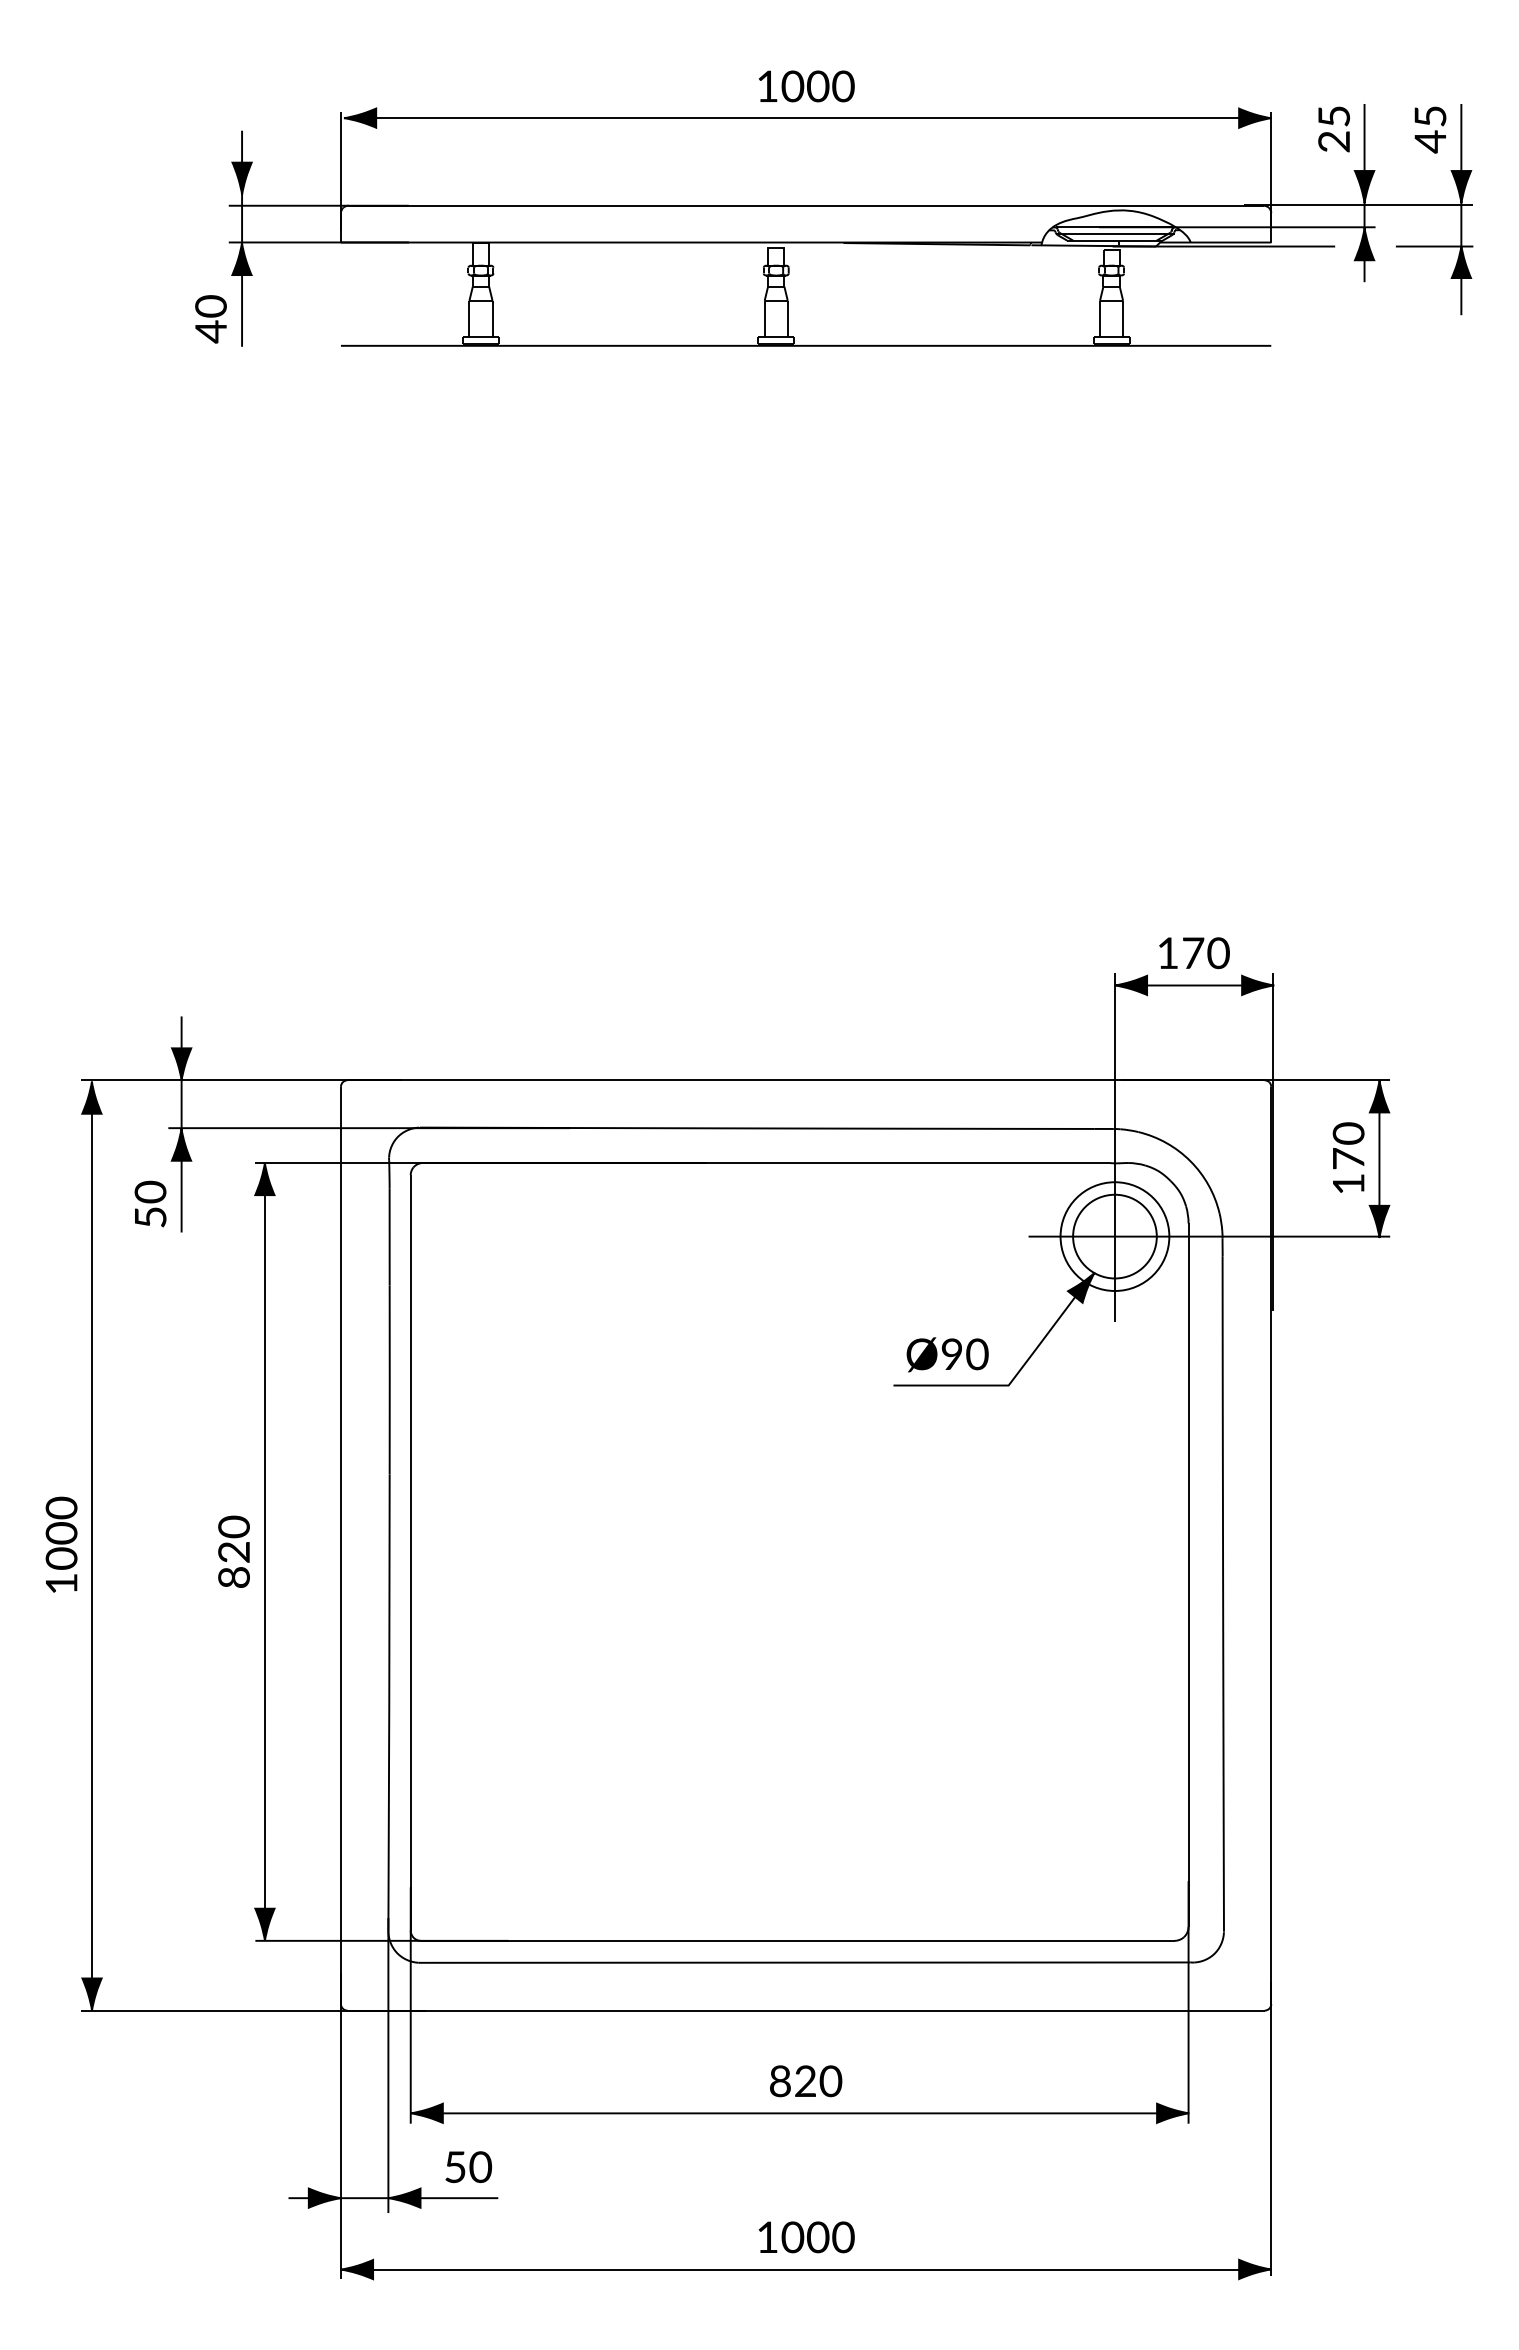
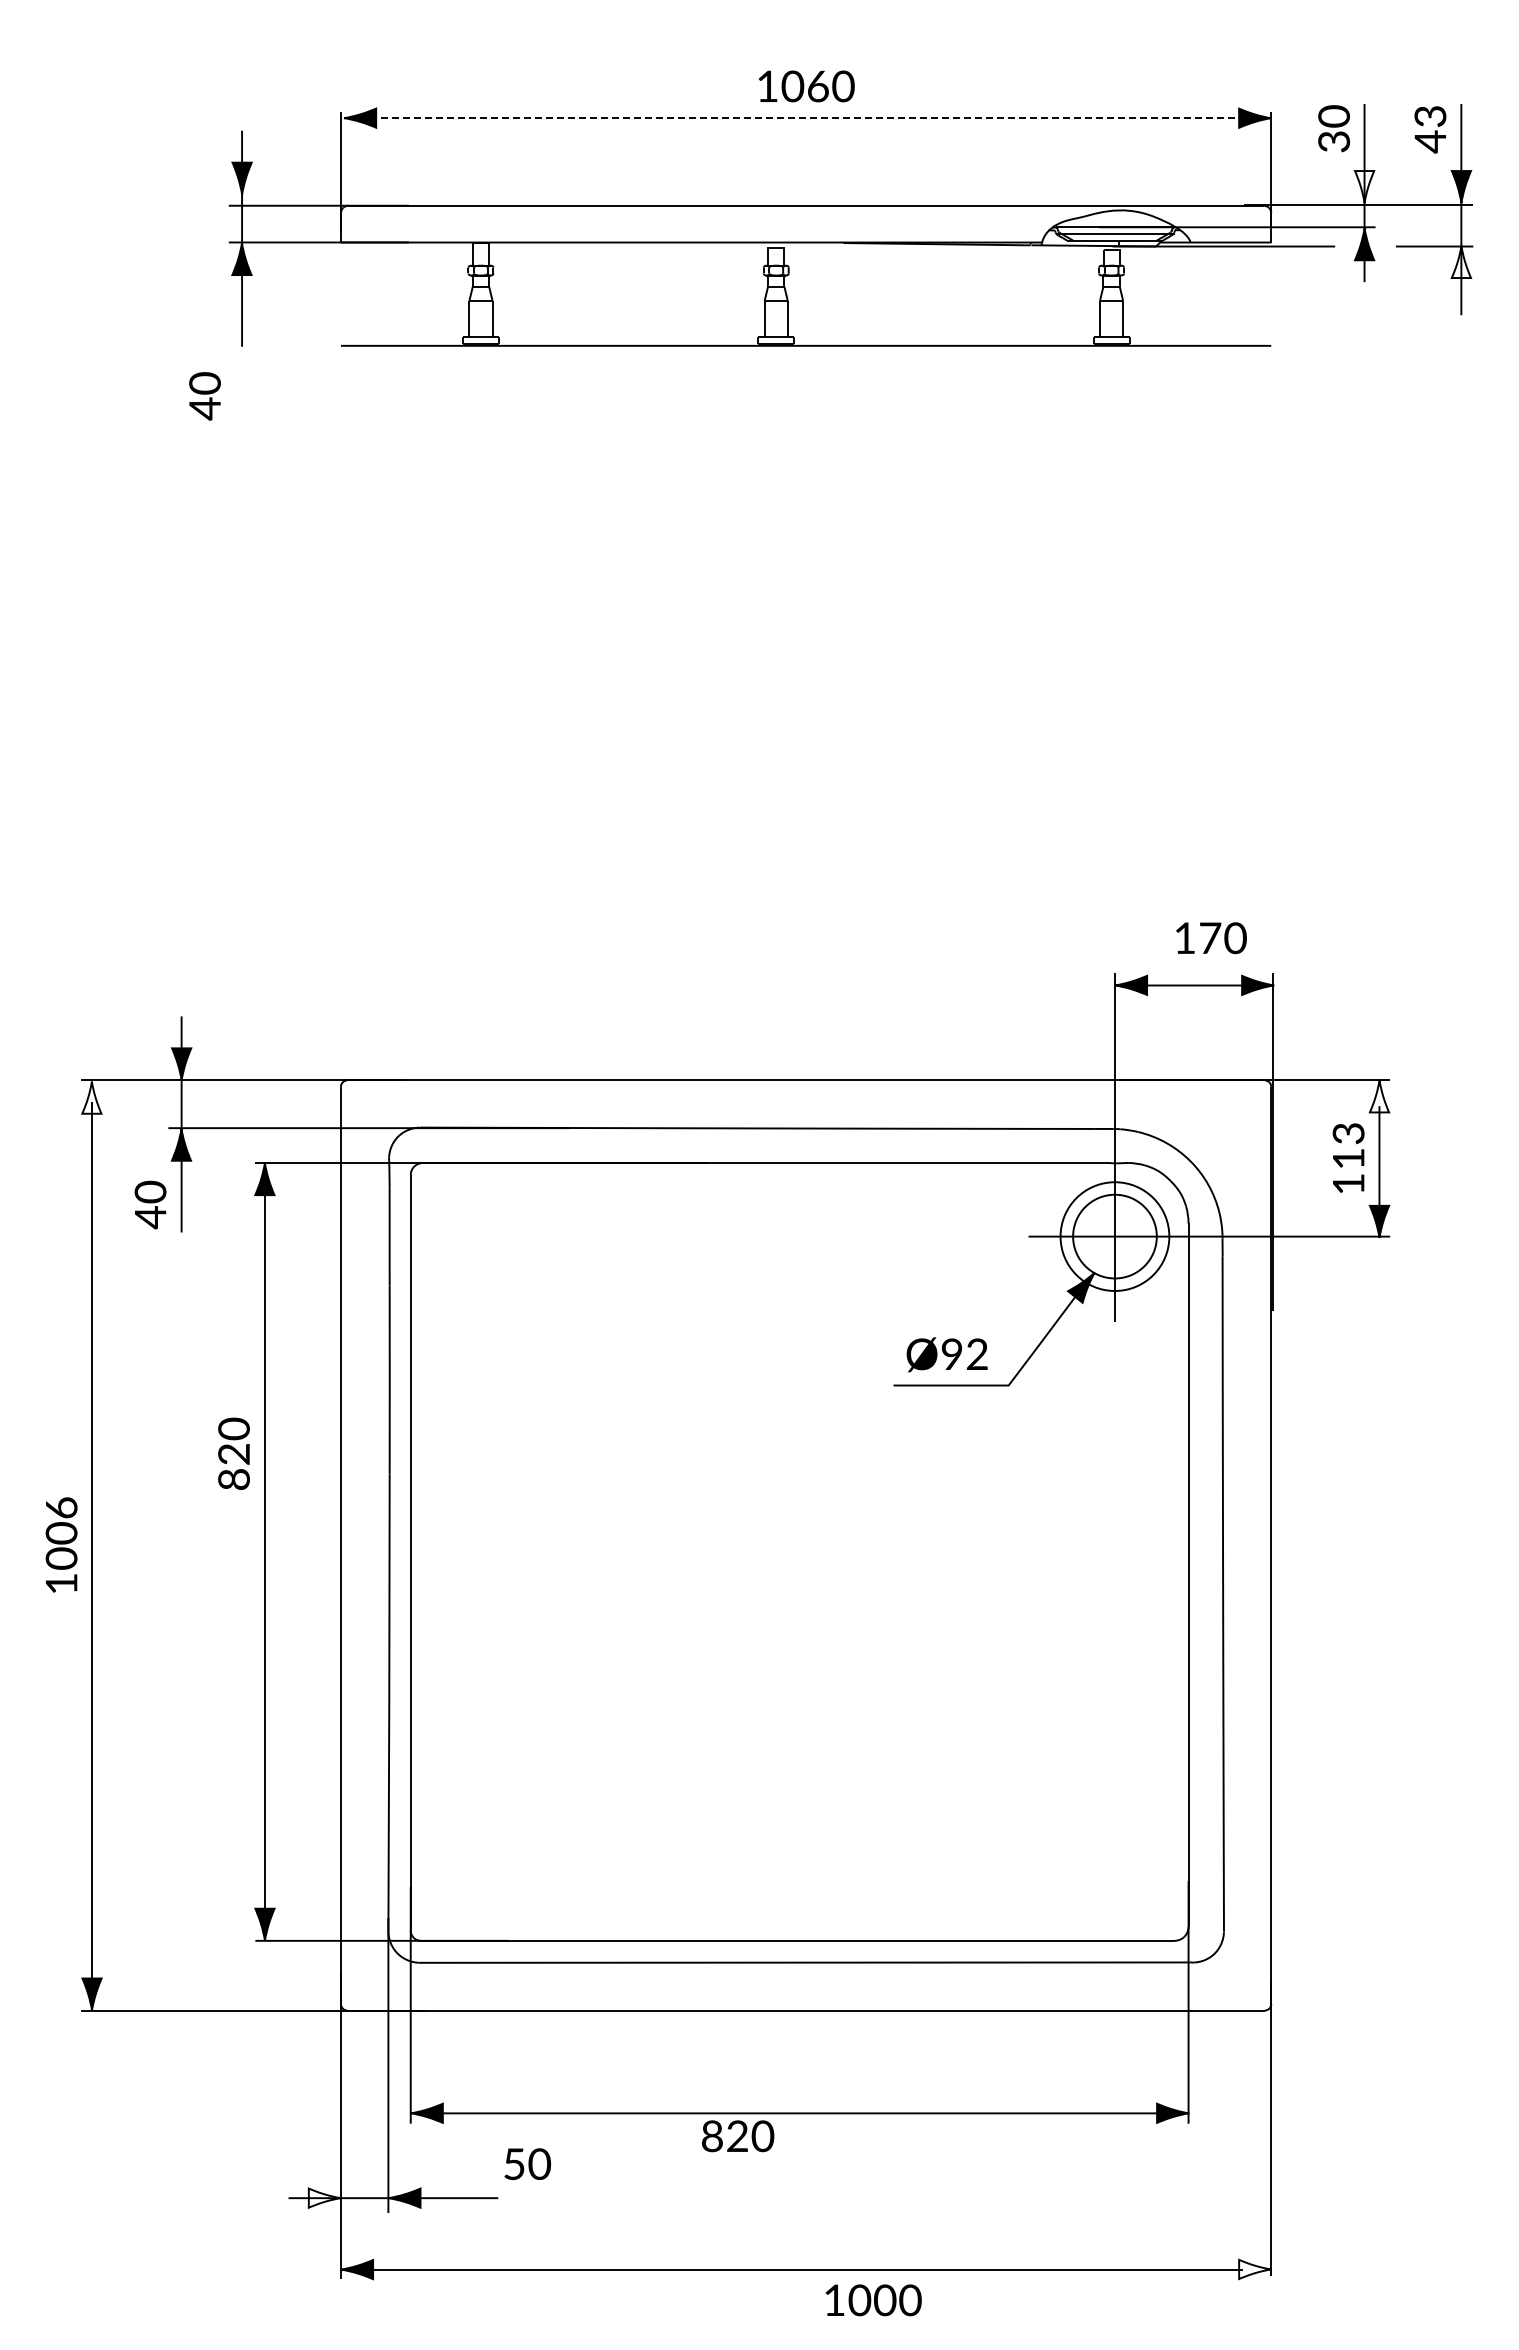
text at (818, 85): 1000 -> 1060
text at (1430, 116): 45 -> 43
line at (807, 118): solid -> dashed
text at (1333, 128): 25 -> 30
fill at (1364, 187): present -> none
fill at (1460, 261): present -> none
text at (210, 319) position: (210, 319) -> (204, 396)
text at (1194, 953) position: (1194, 953) -> (1211, 938)
fill at (1379, 1096): present -> none
fill at (91, 1097): present -> none
text at (1348, 1145): 170 -> 113
text at (150, 1217): 50 -> 40
text at (977, 1354): Ø90 -> Ø92
text at (60, 1507): 1000 -> 1006
text at (233, 1551) position: (233, 1551) -> (233, 1453)
text at (806, 2081) position: (806, 2081) -> (738, 2136)
text at (468, 2167) position: (468, 2167) -> (527, 2164)
fill at (324, 2197): present -> none
text at (806, 2237) position: (806, 2237) -> (873, 2300)
fill at (1255, 2269): present -> none
